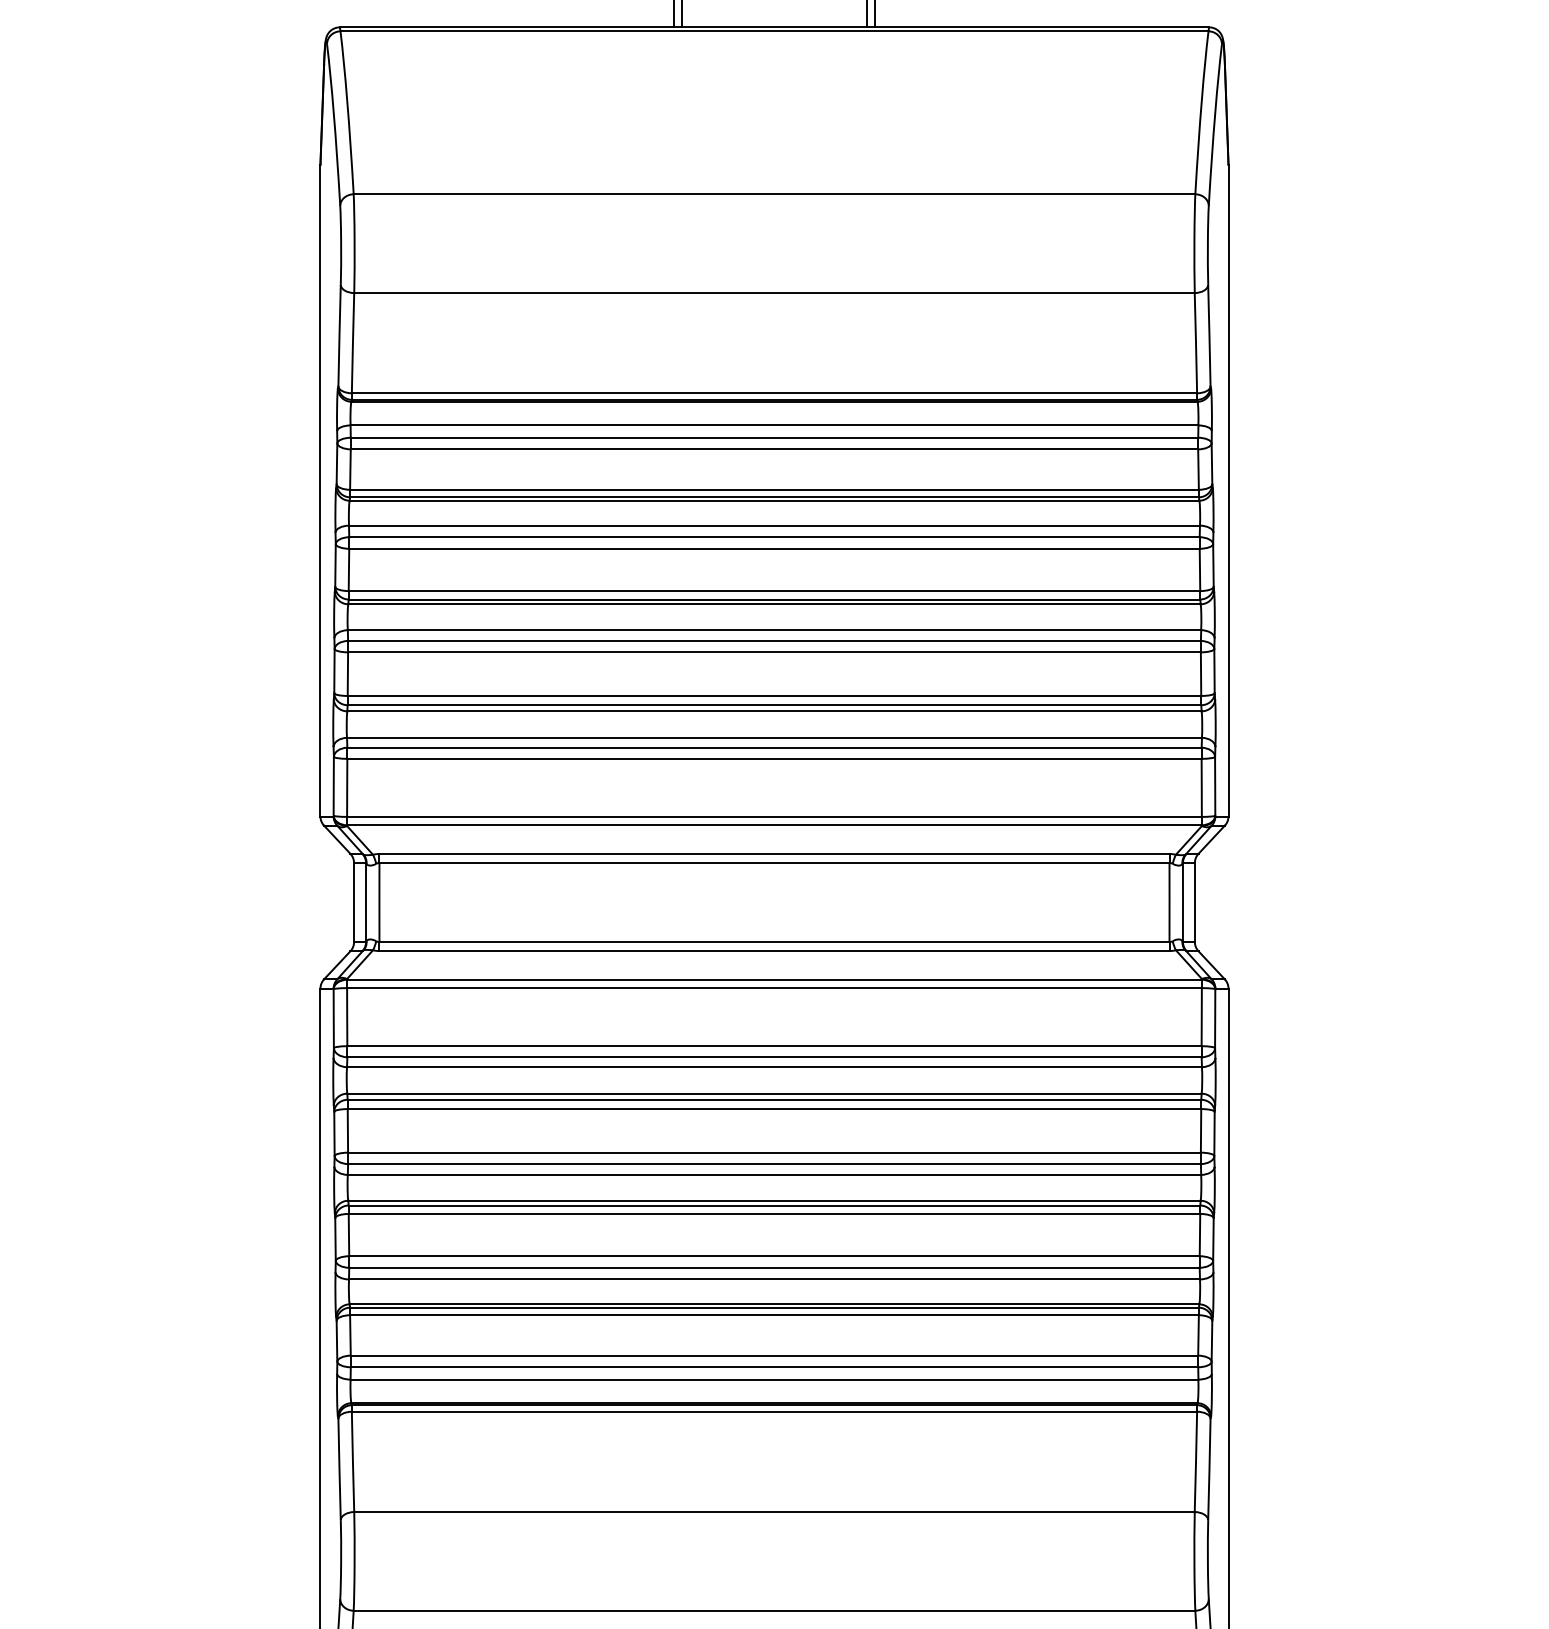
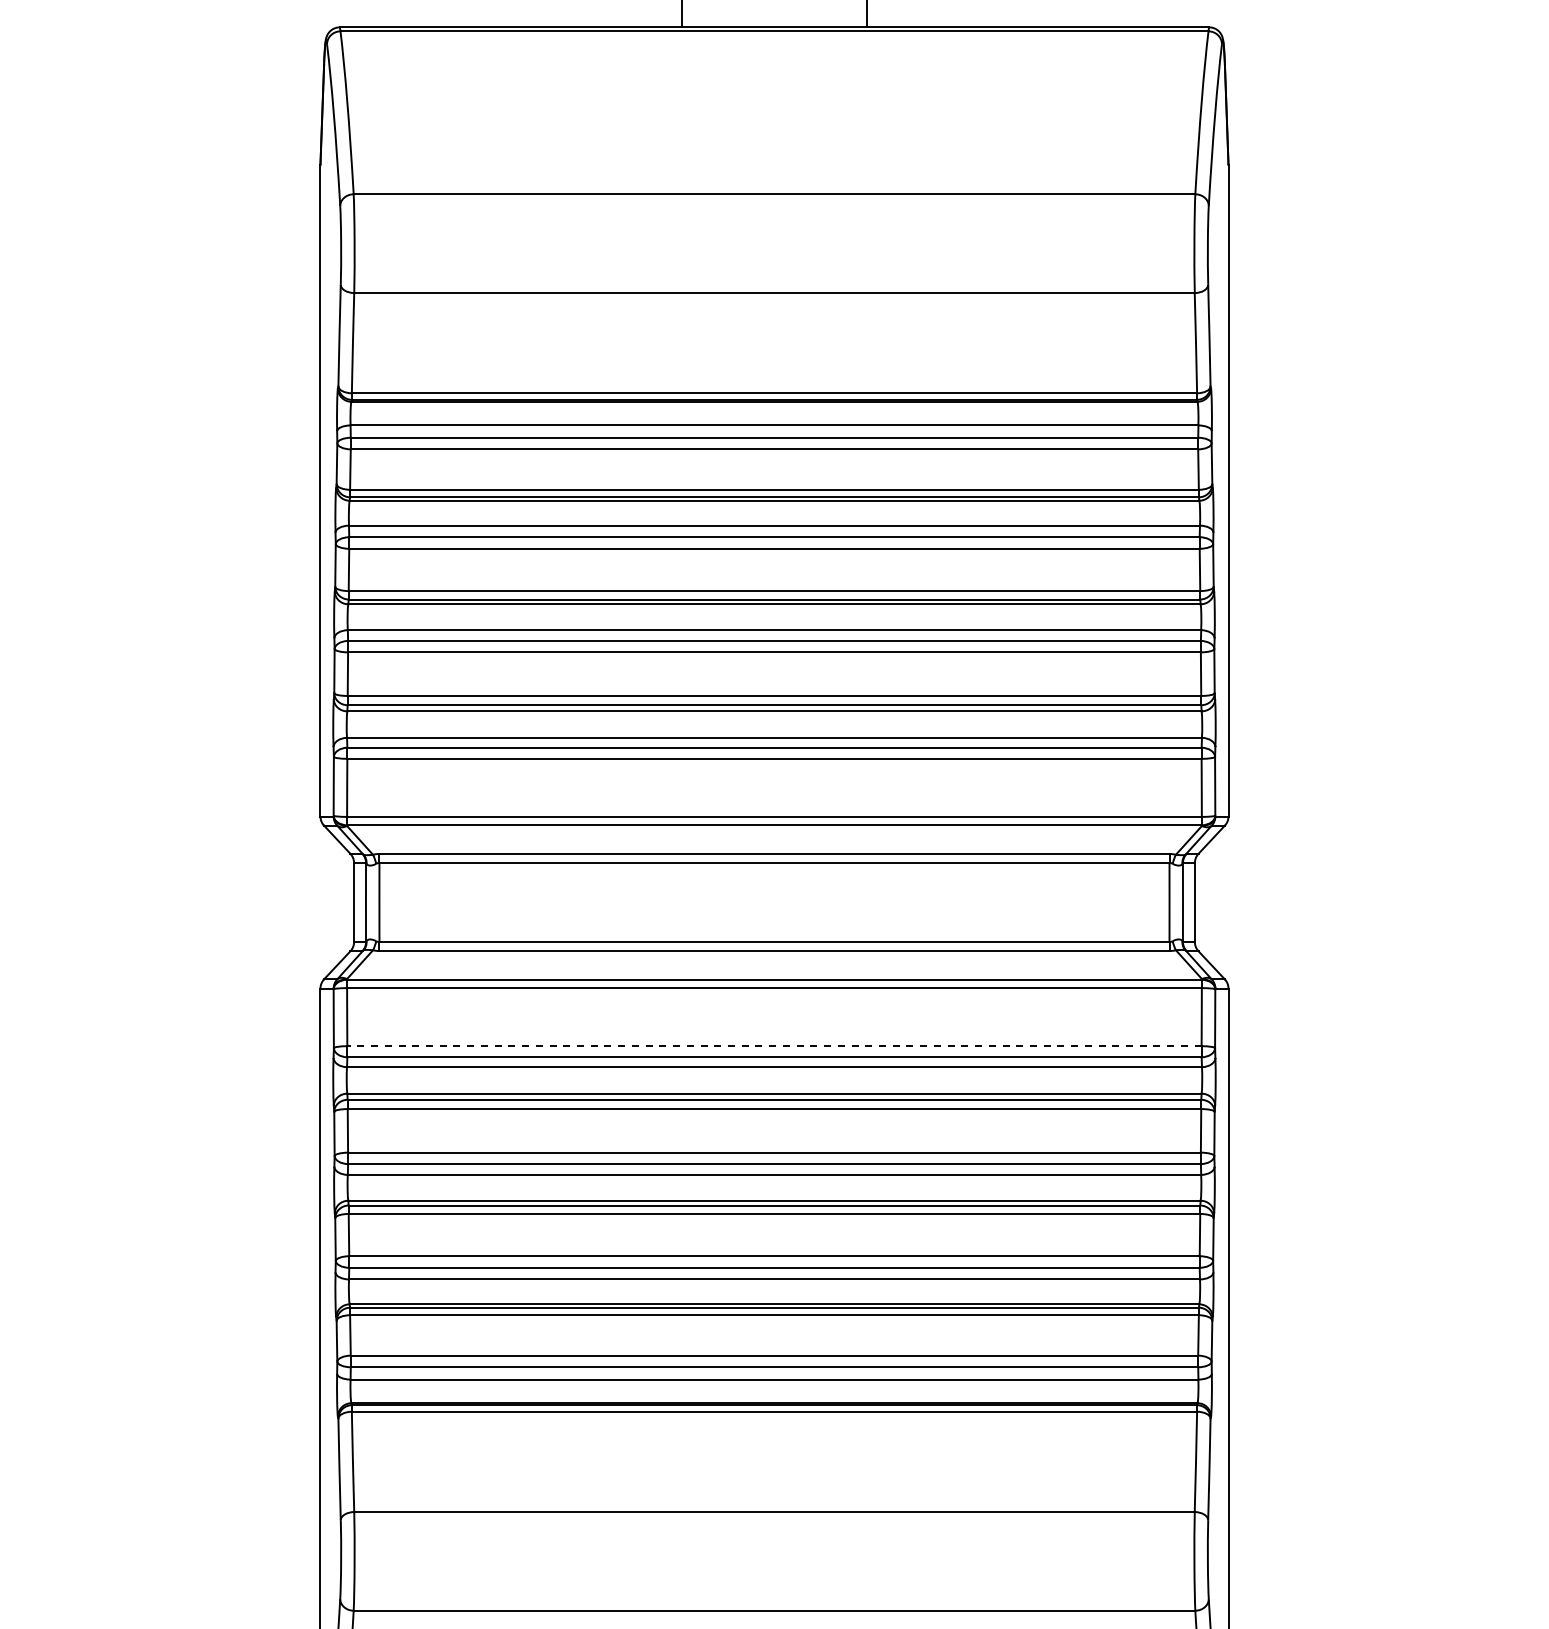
line at (673, 14): present -> none
line at (875, 14): present -> none
line at (774, 1046): solid -> dashed
